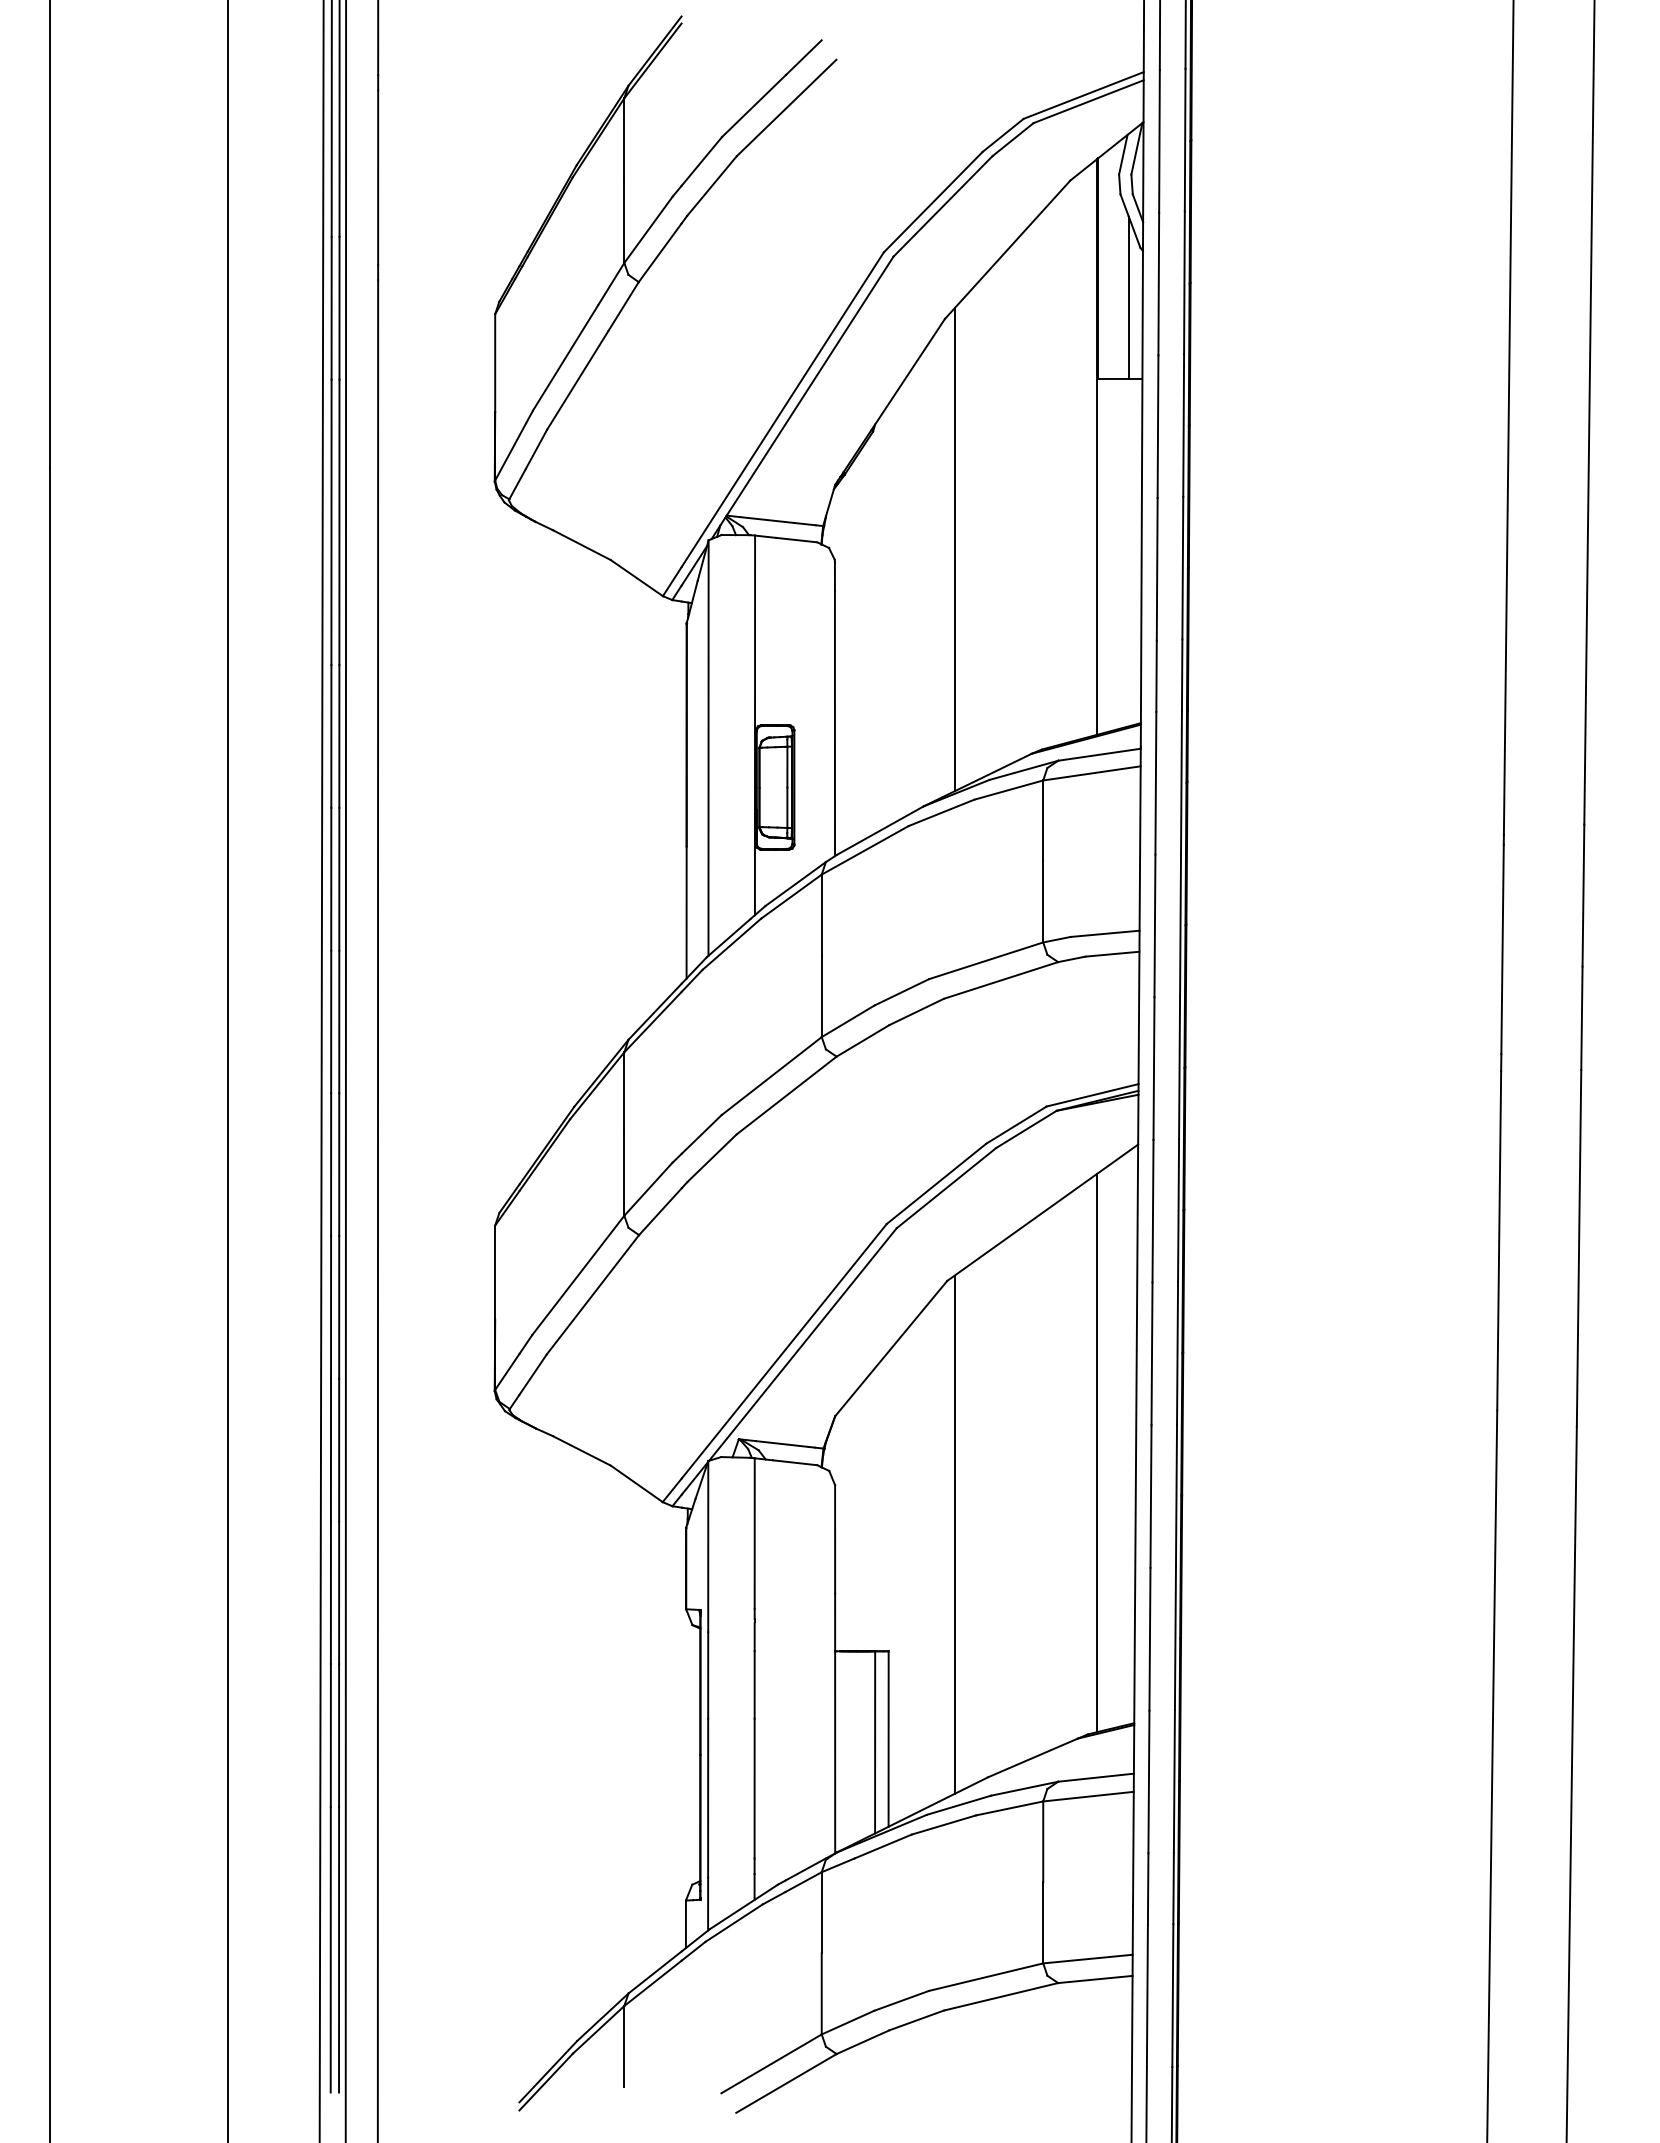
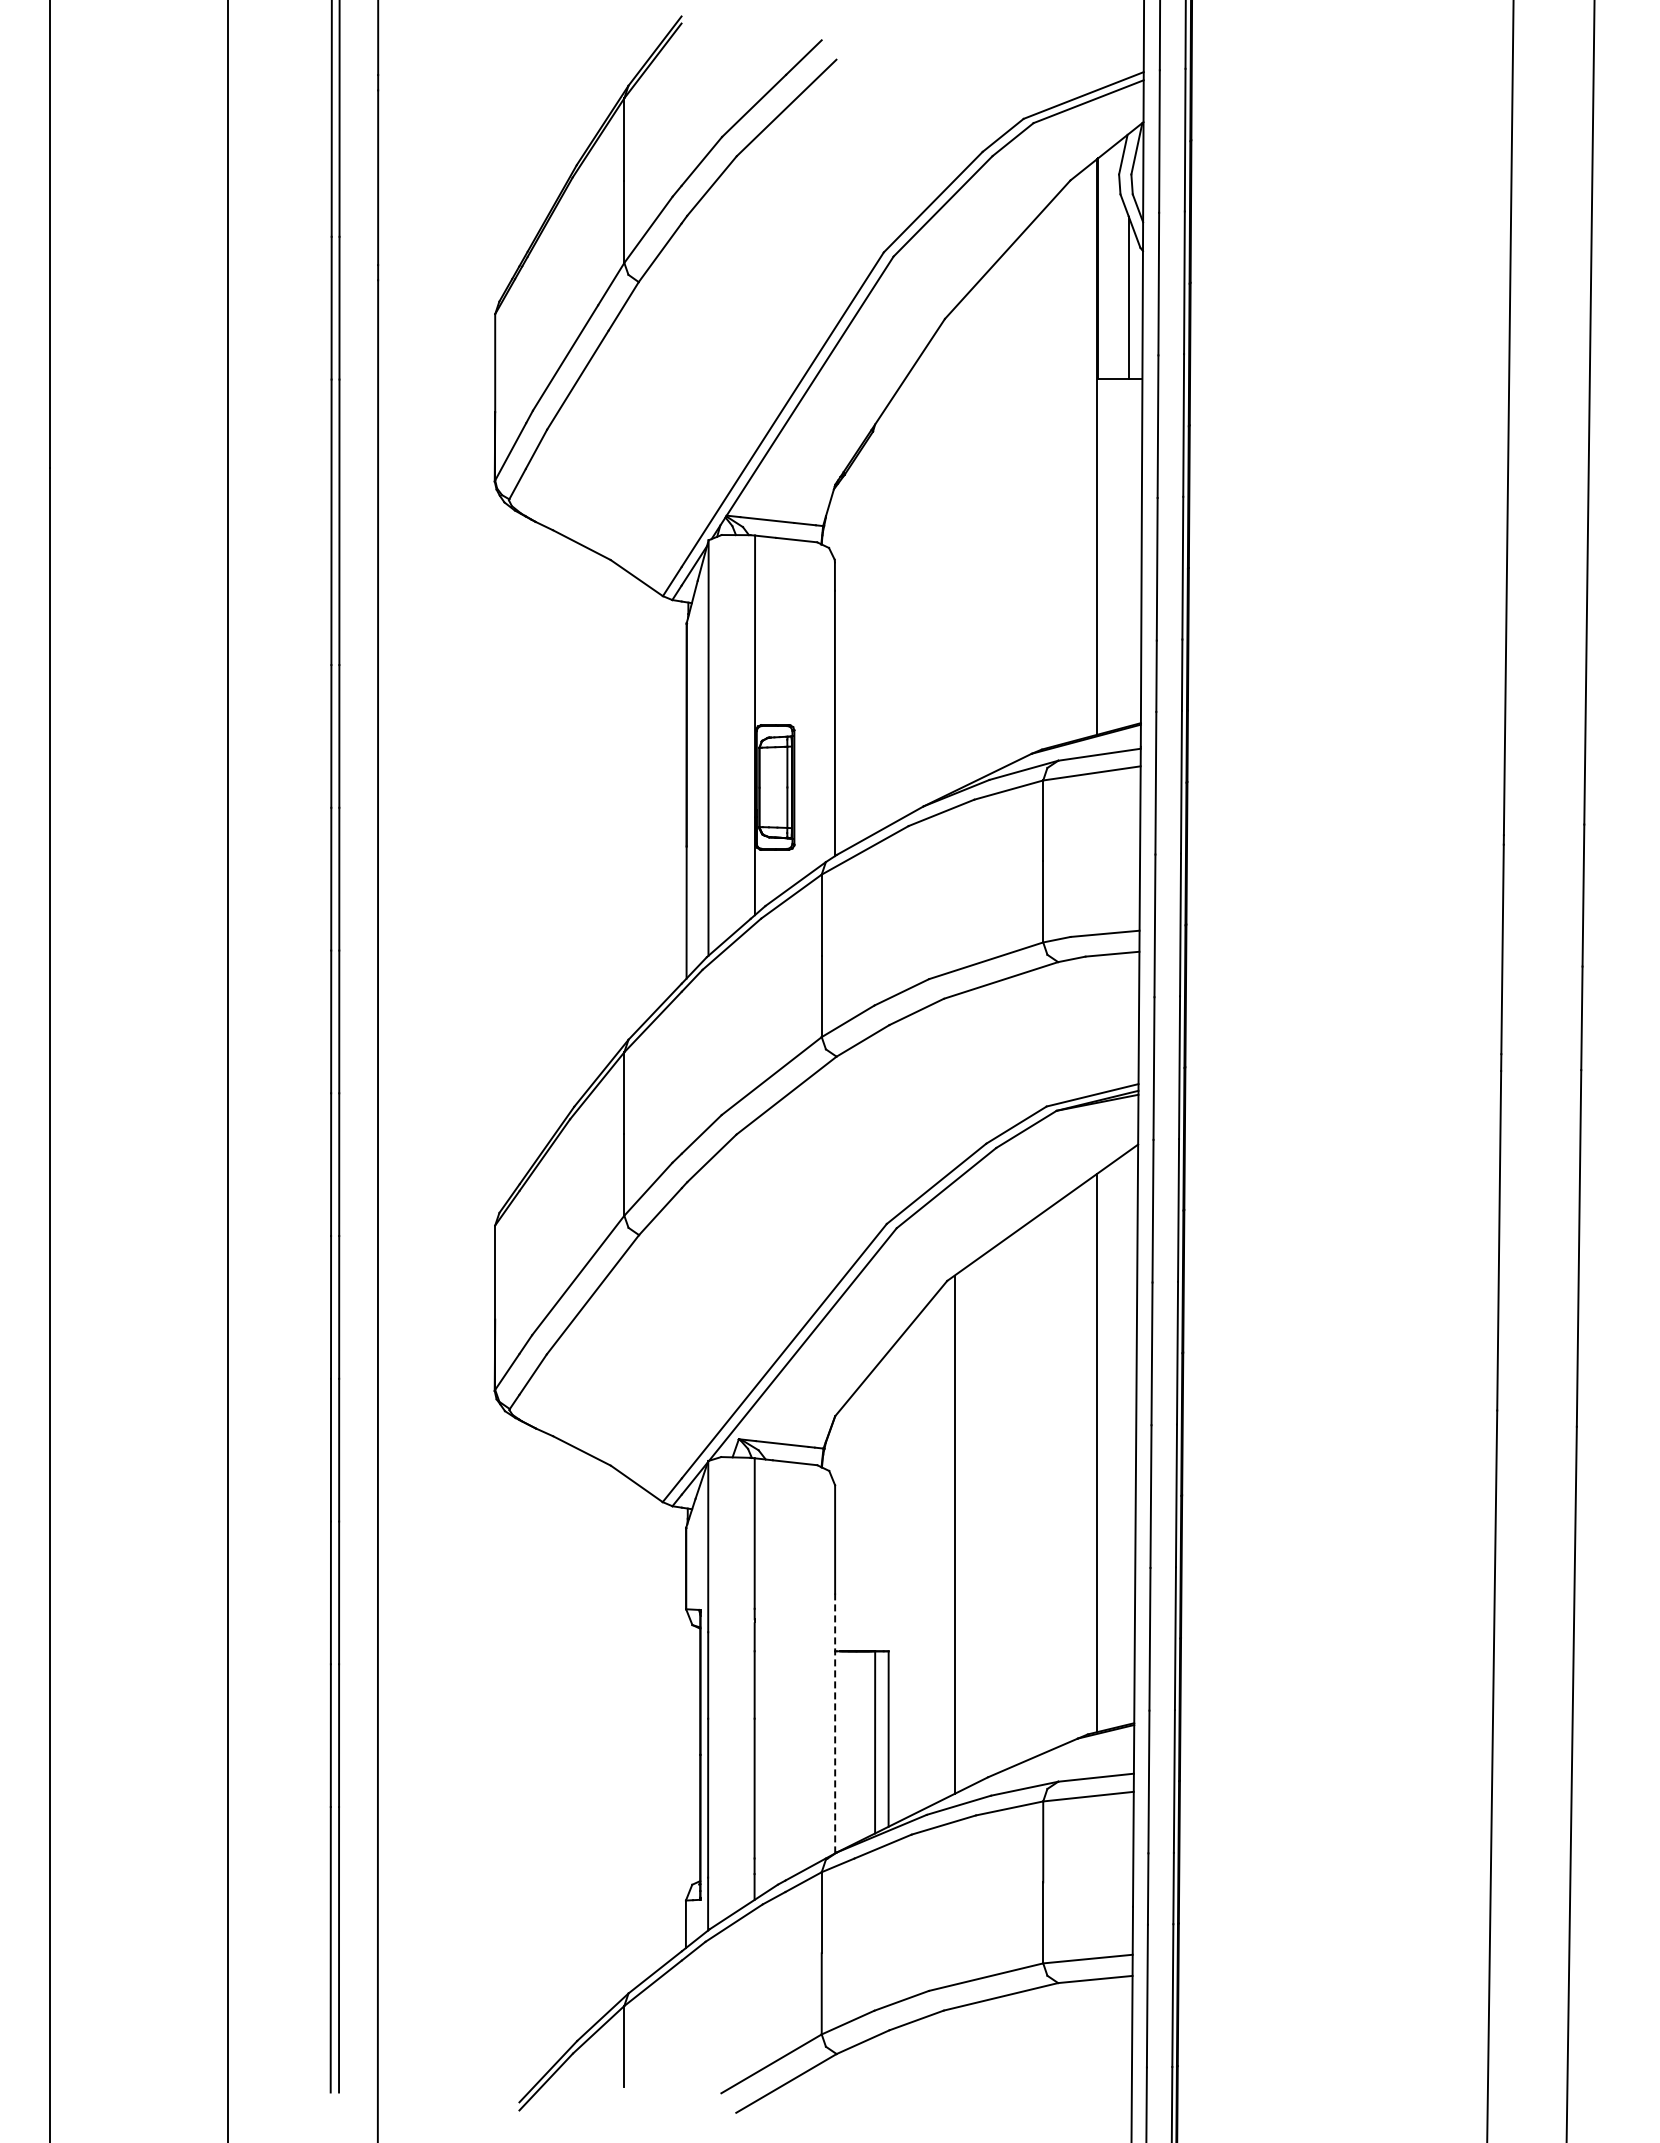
line at (954, 549): present -> none
line at (321, 1070): present -> none
line at (345, 1070): present -> none
line at (835, 1723): solid -> dashed
